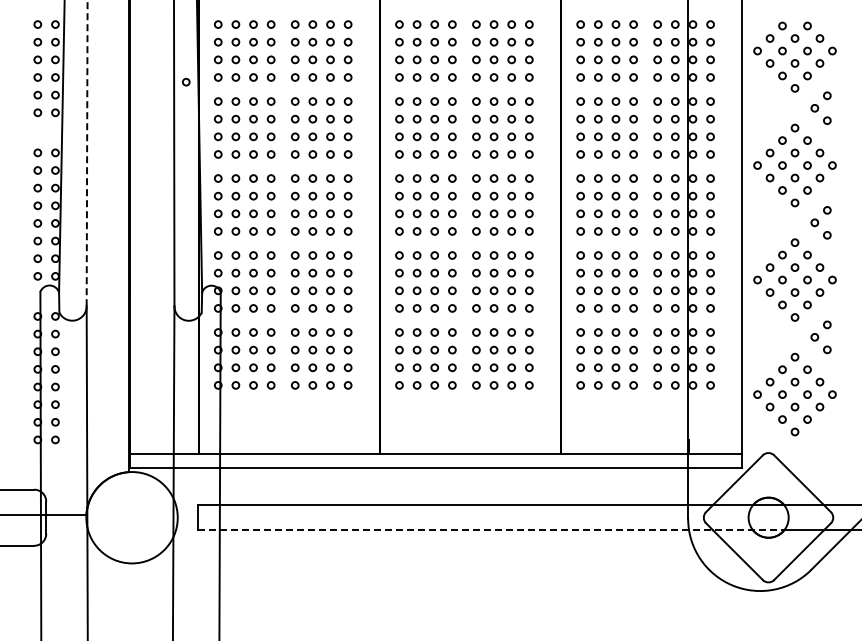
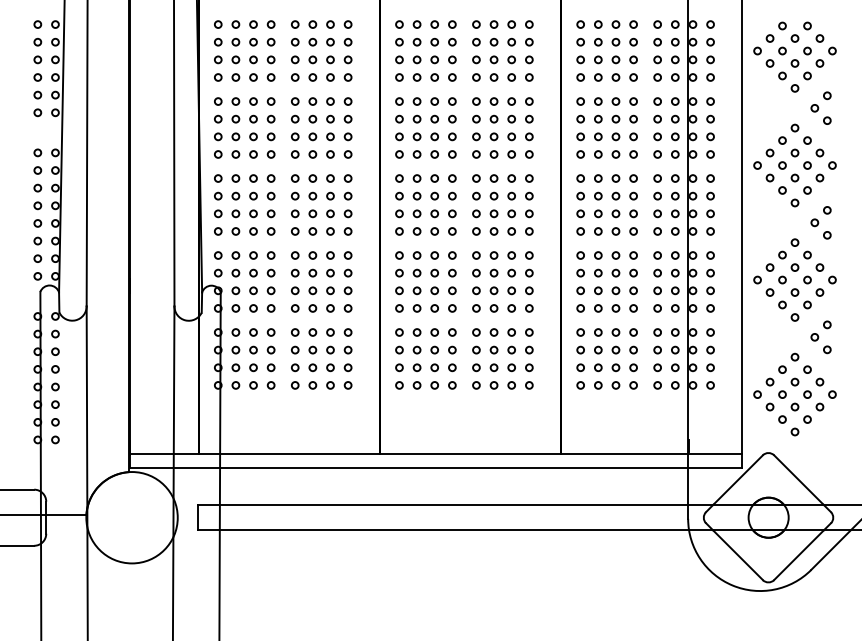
circle at (186, 81): present -> none
line at (87, 153): dashed -> solid
line at (491, 530): dashed -> solid
